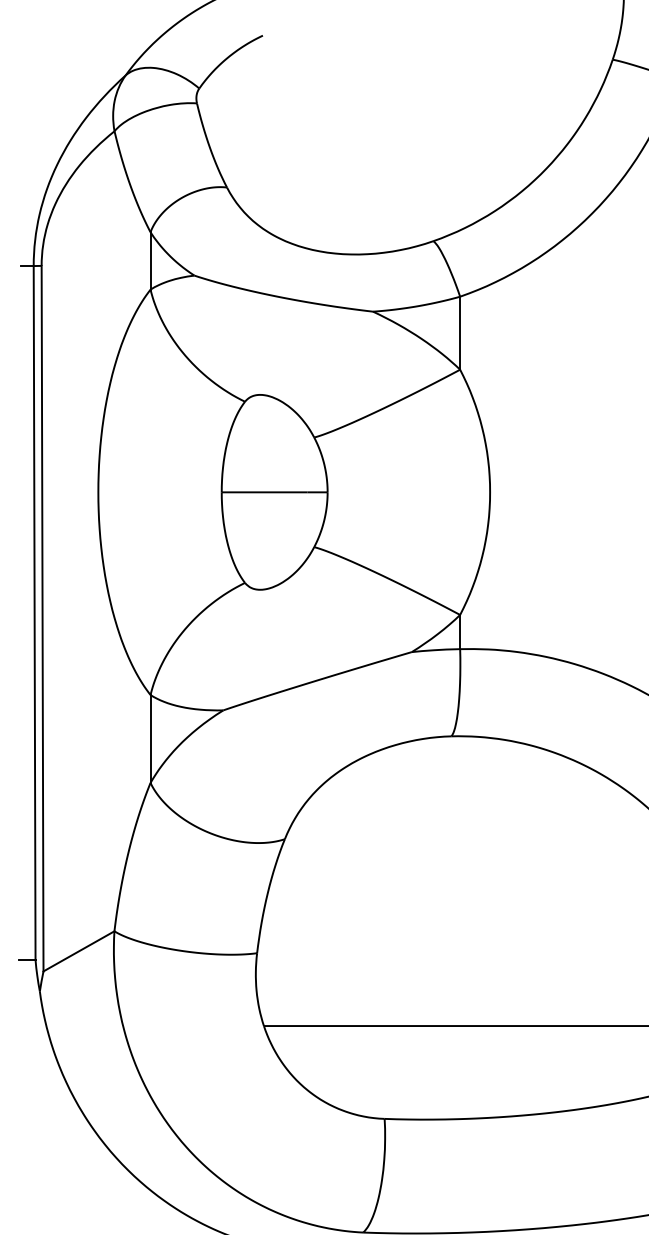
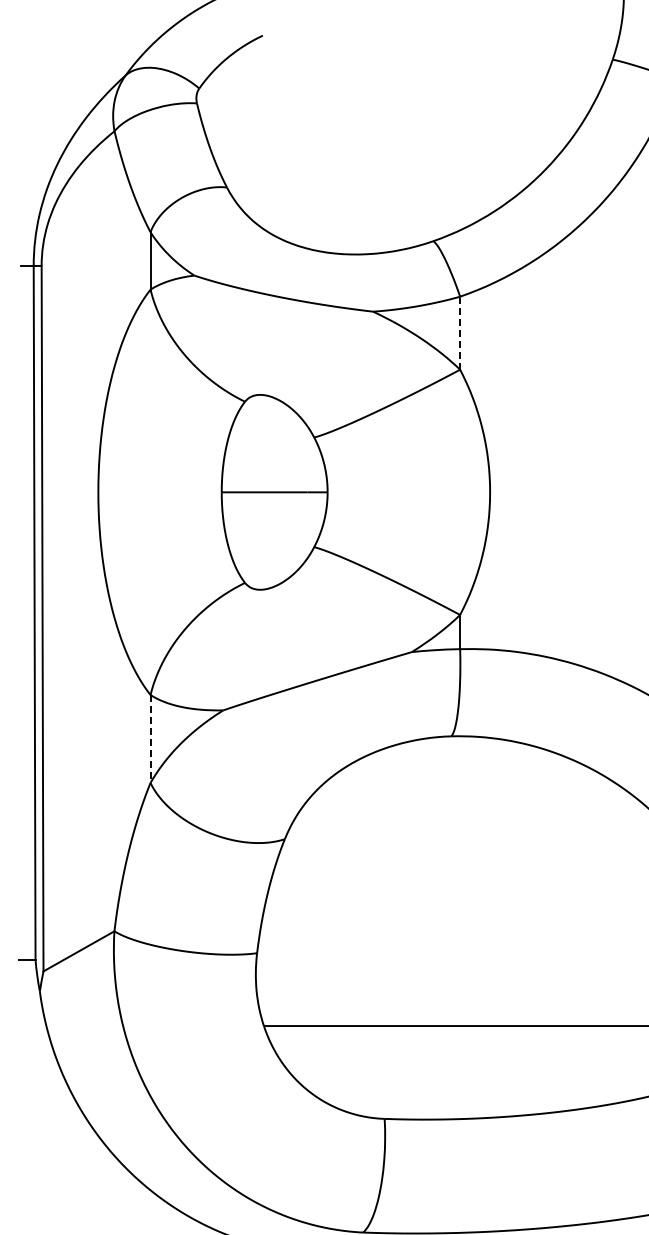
line at (460, 333): solid -> dashed
line at (150, 739): solid -> dashed
